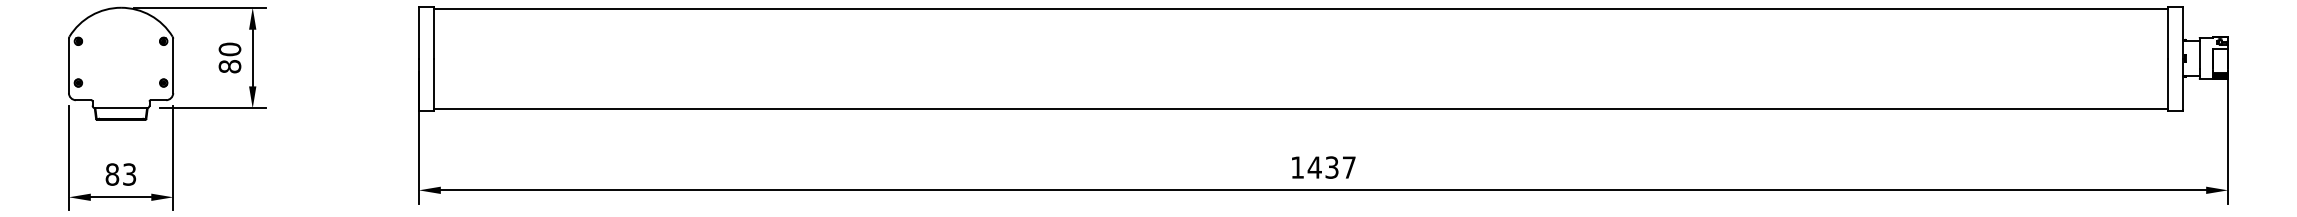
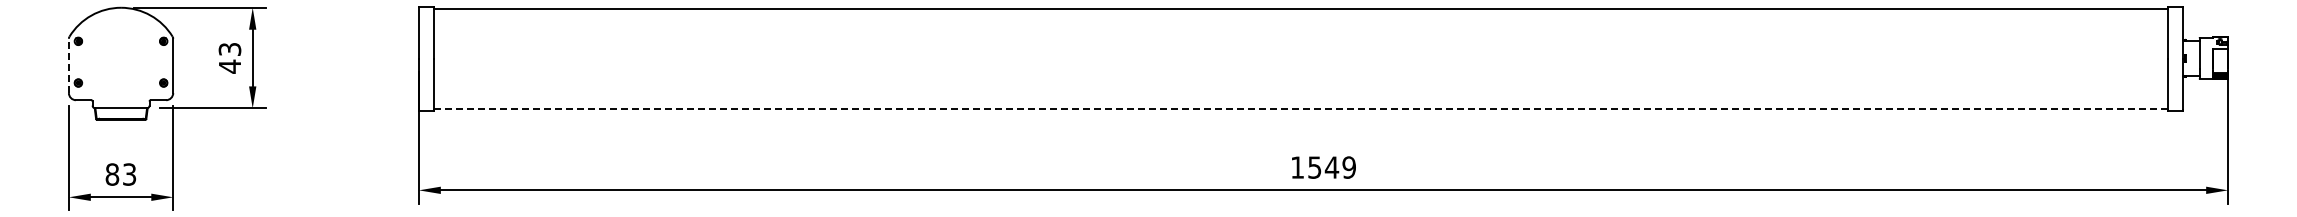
text at (229, 57): 80 -> 43
line at (68, 65): solid -> dashed
line at (1300, 108): solid -> dashed
text at (1331, 167): 1437 -> 1549
